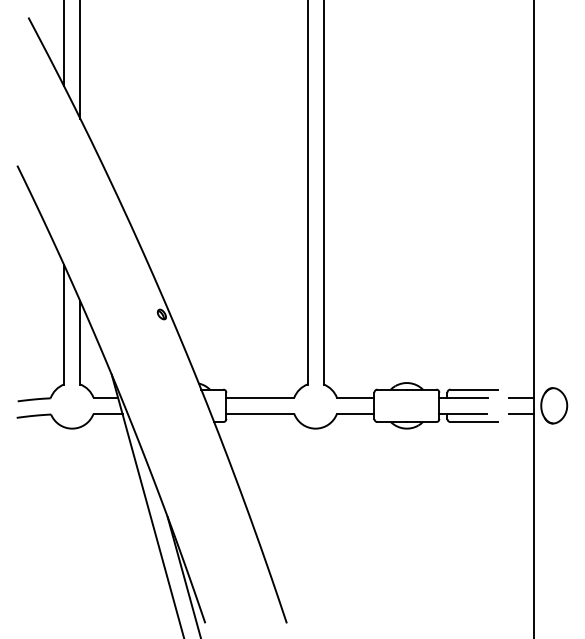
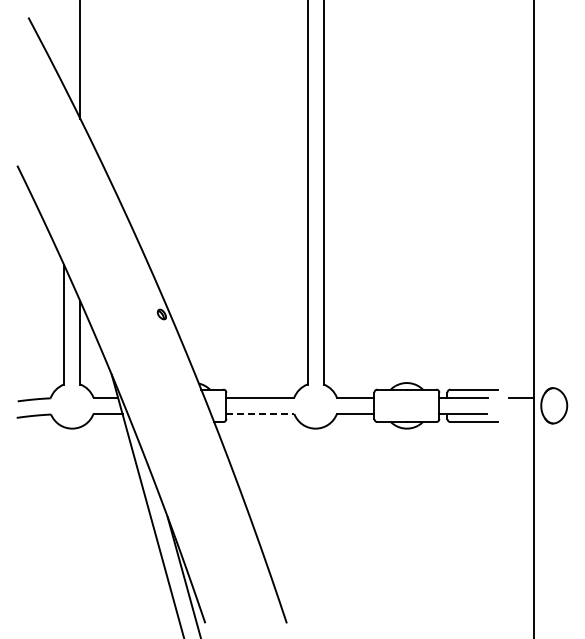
line at (64, 44): present -> none
line at (260, 413): solid -> dashed
line at (520, 413): present -> none
